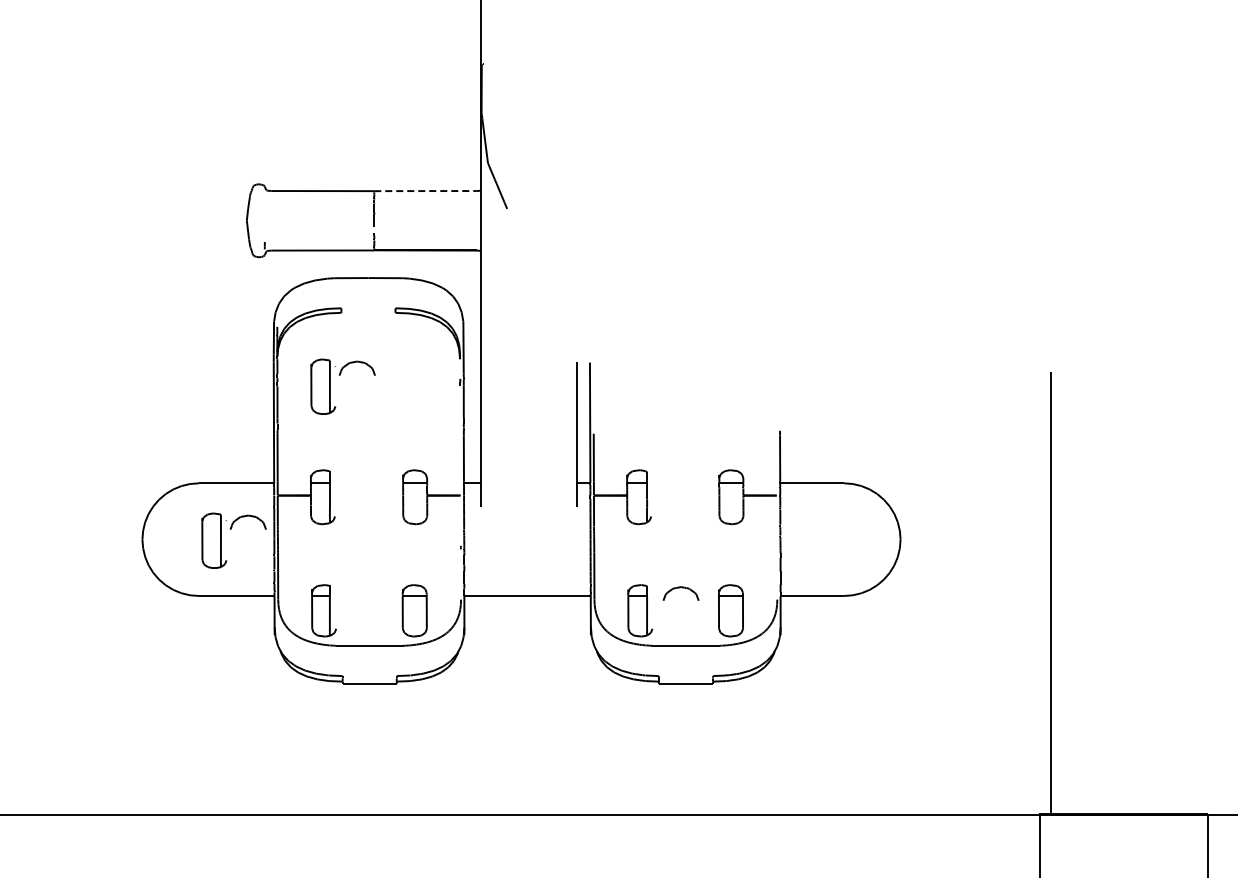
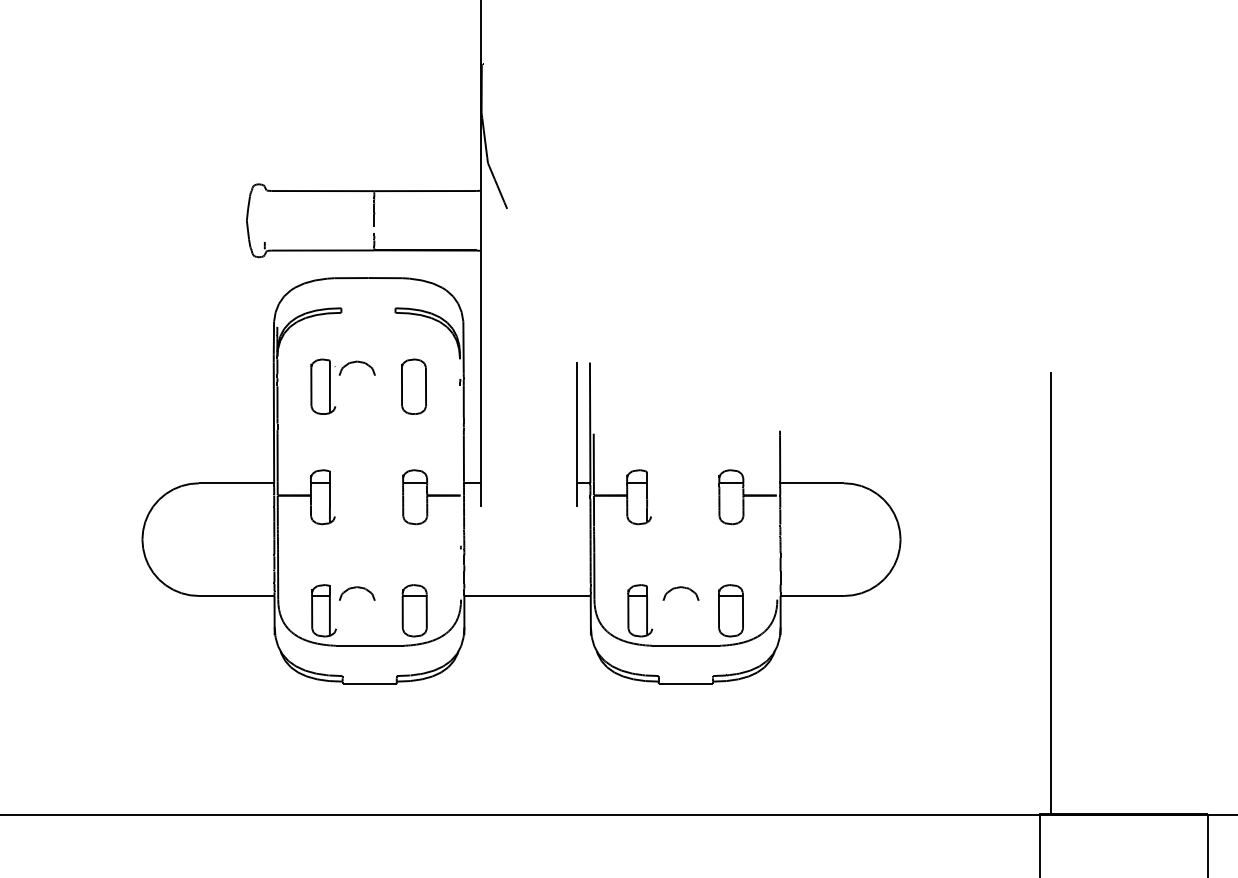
line at (426, 191): dashed -> solid
part at (413, 386): none -> present
part at (231, 529): present -> none
part at (356, 593): none -> present
